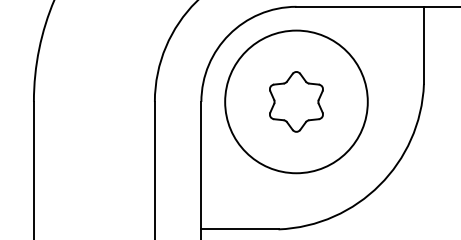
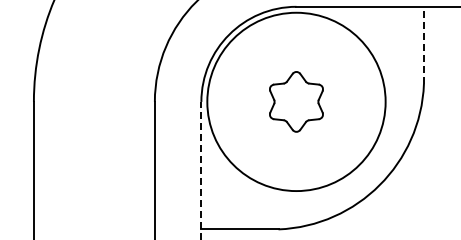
line at (423, 45): solid -> dashed
circle at (296, 101) diameter: 143 px -> 178 px
line at (201, 170): solid -> dashed
